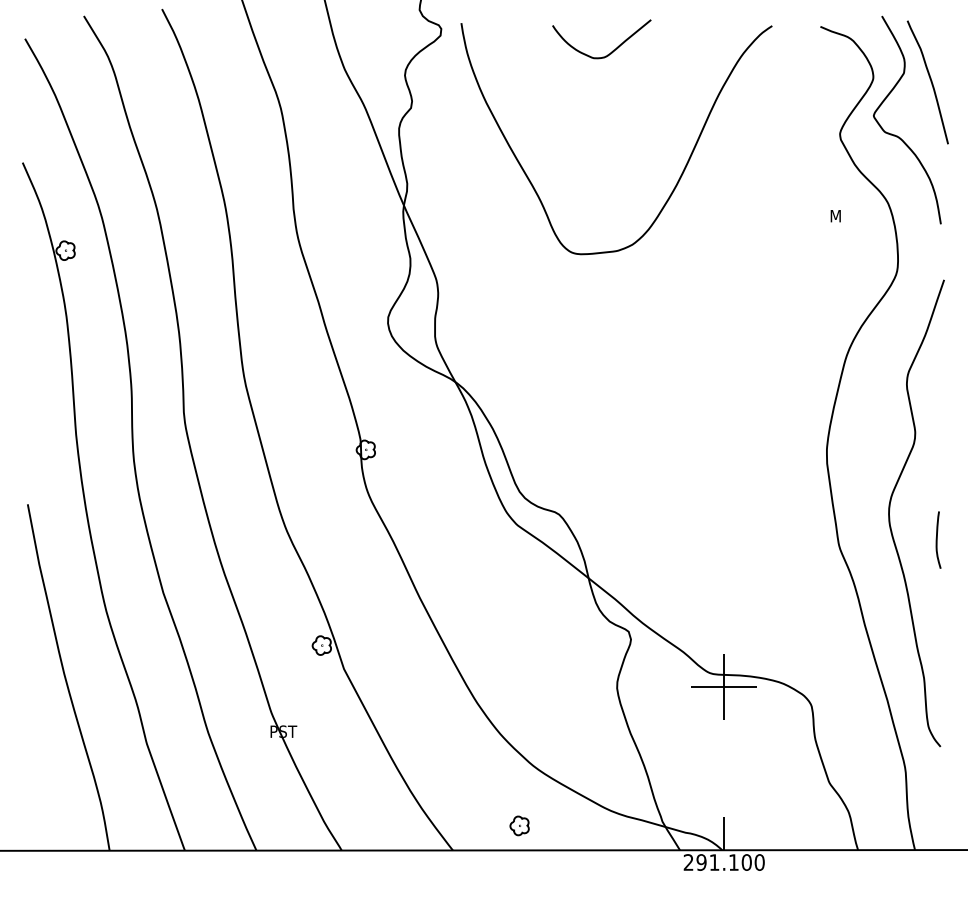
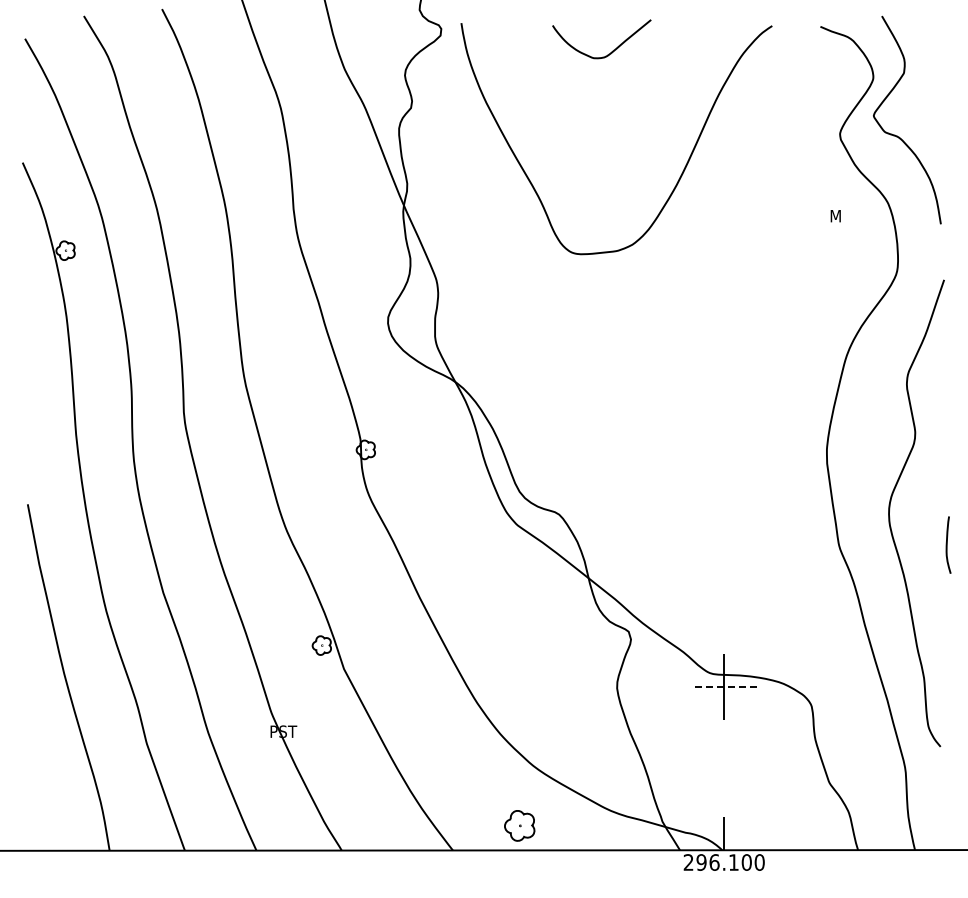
curve at (930, 82): present -> none
curve at (937, 539) position: (937, 539) -> (947, 544)
line at (724, 687): solid -> dashed
part at (519, 825) size: 21x22 px -> 32x32 px
text at (714, 862): 291.100 -> 296.100
